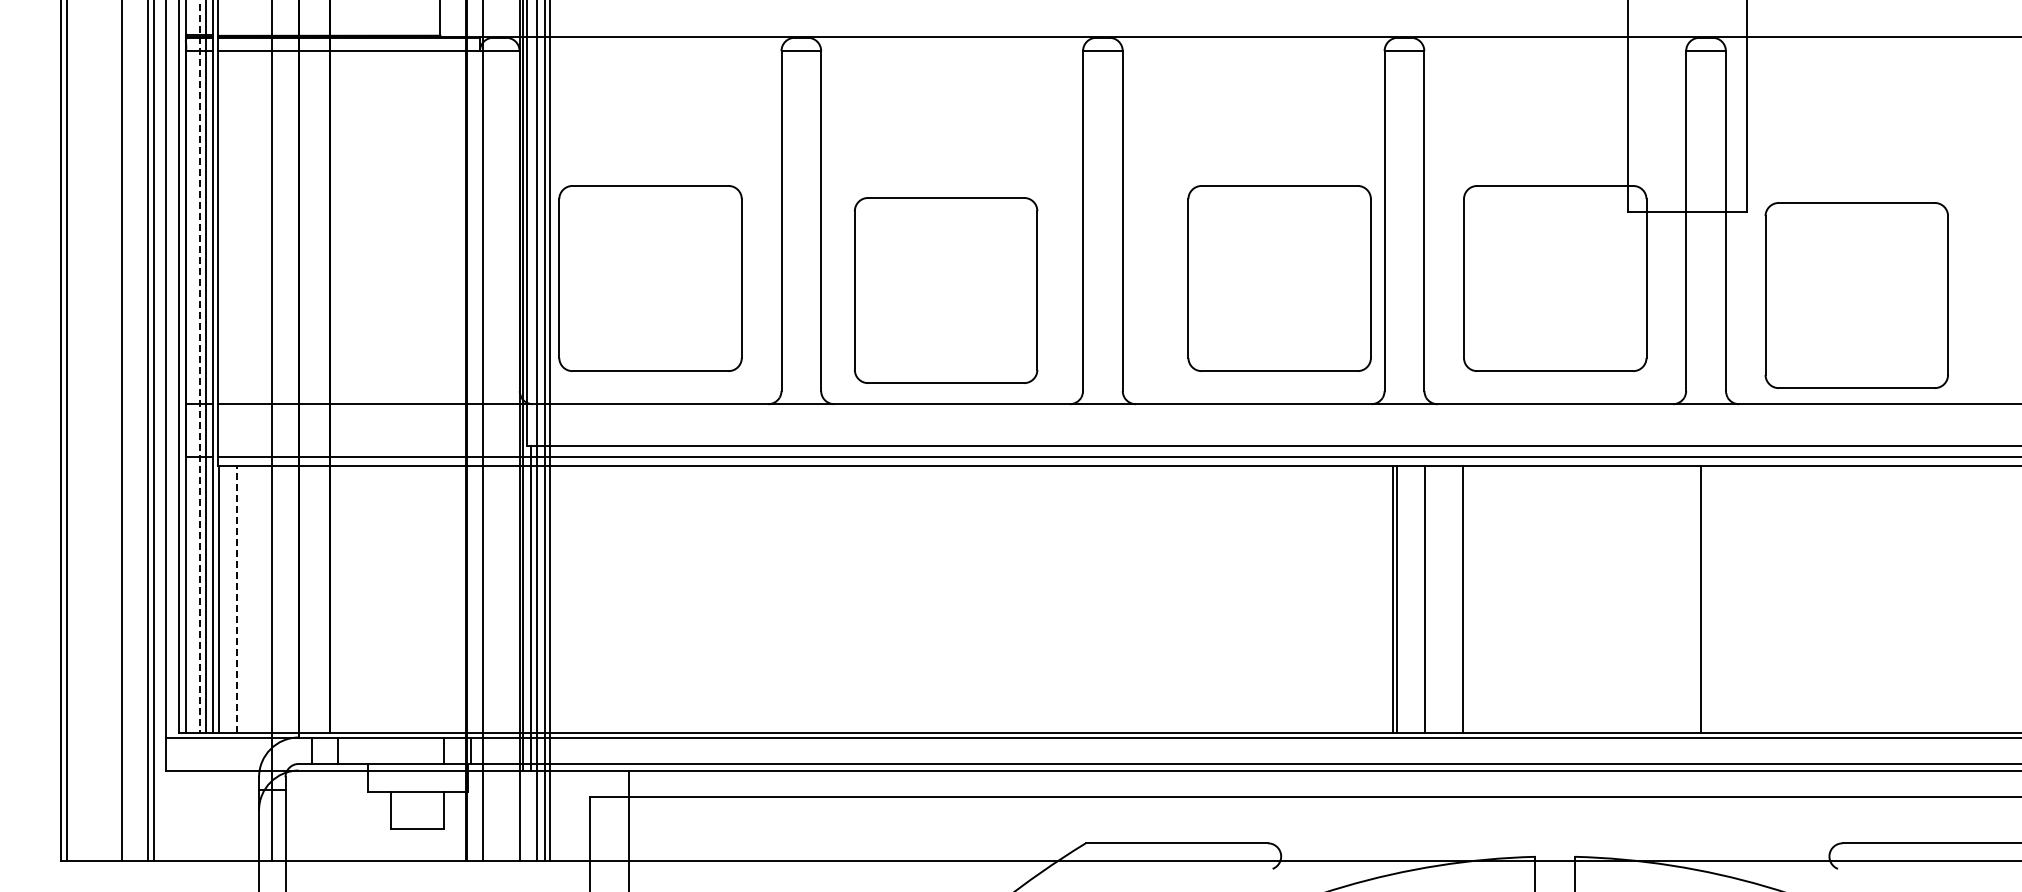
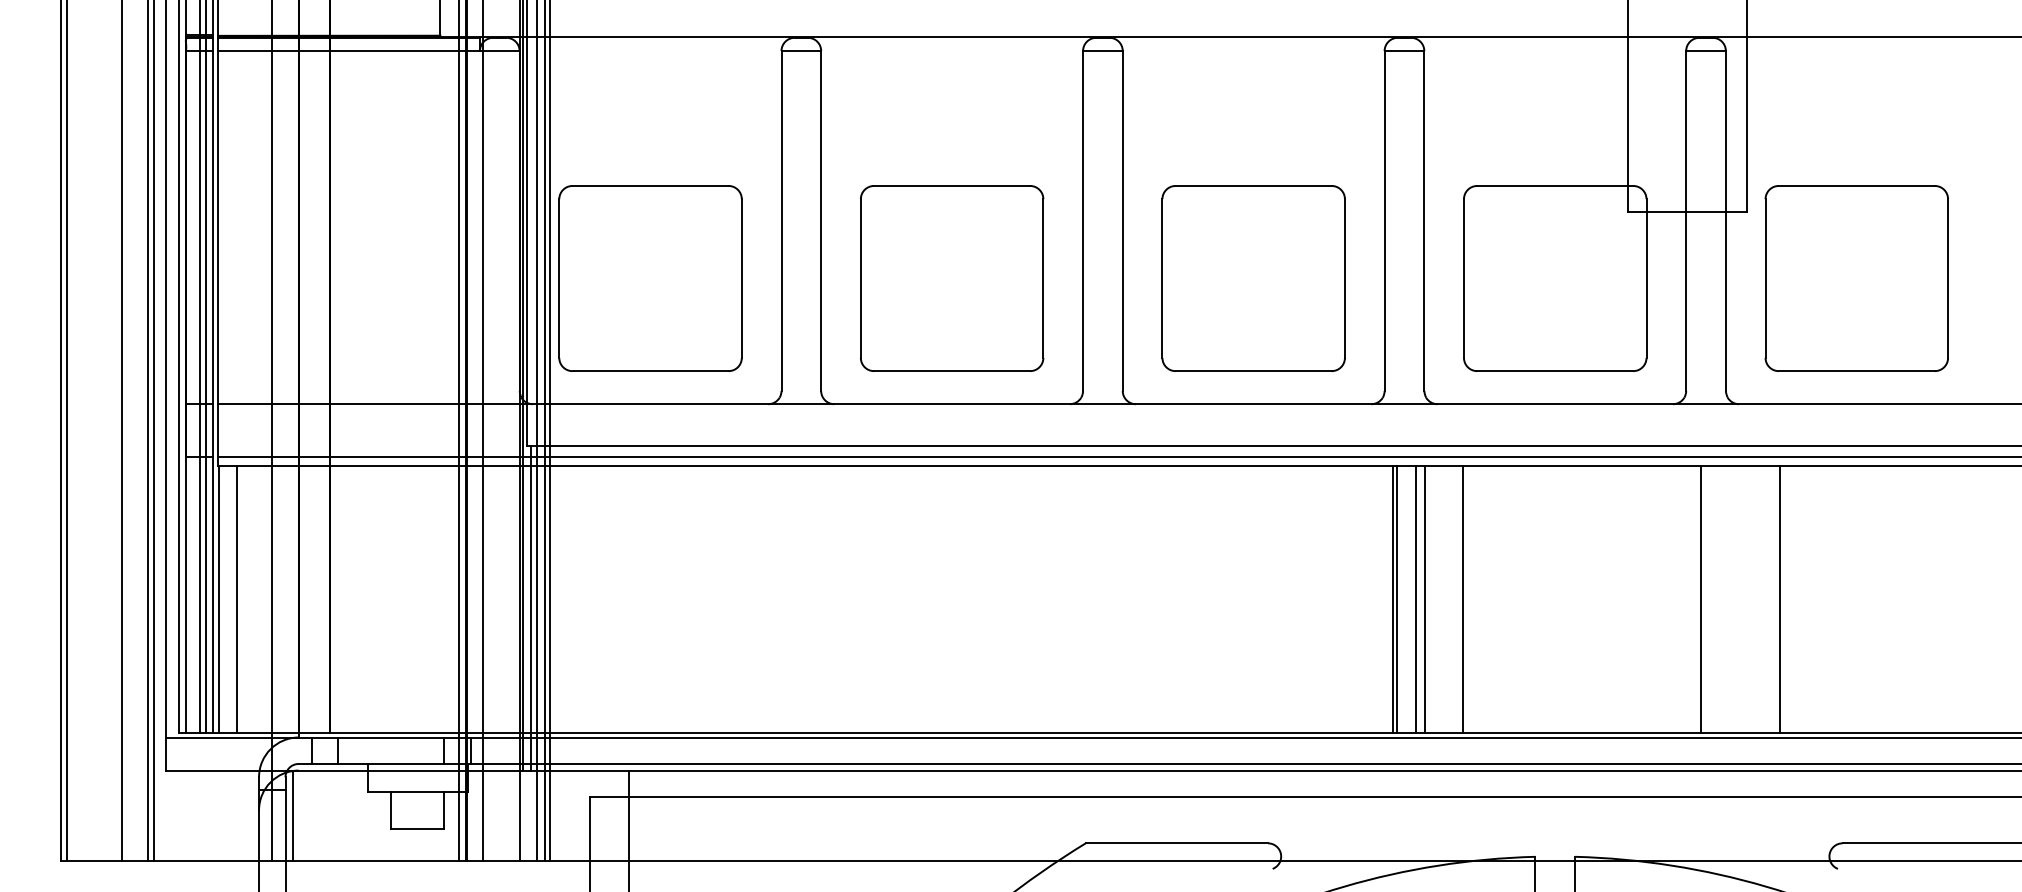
part at (1279, 278) position: (1279, 278) -> (1253, 278)
part at (946, 290) position: (946, 290) -> (952, 278)
part at (1856, 295) position: (1856, 295) -> (1856, 278)
line at (200, 367): dashed -> solid
line at (458, 431): none -> present
line at (237, 599): dashed -> solid
line at (1415, 599): none -> present
line at (1780, 599): none -> present
line at (292, 815): none -> present
